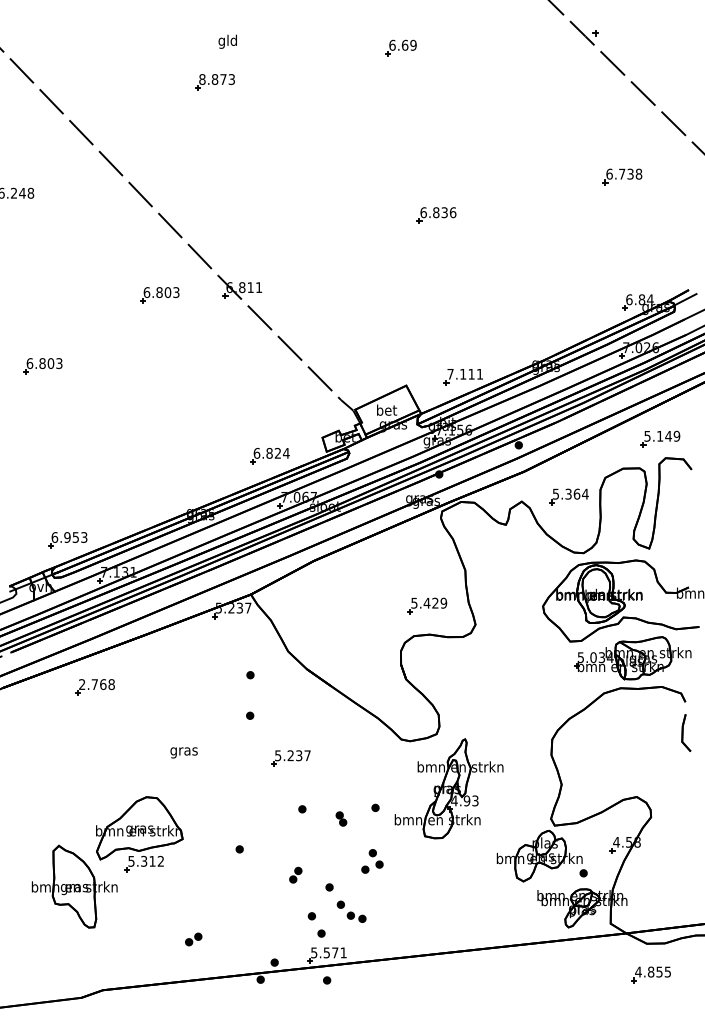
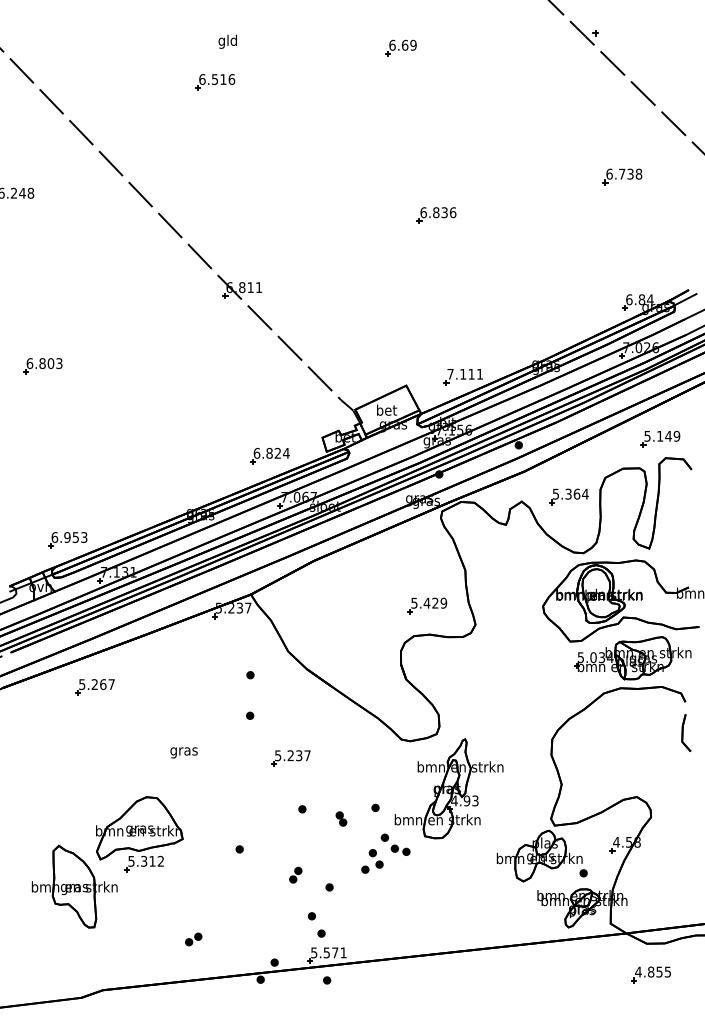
text at (217, 79): 8.873 -> 6.516
part at (159, 295): present -> none
text at (96, 684): 2.768 -> 5.267
part at (351, 911) position: (351, 911) -> (395, 844)
